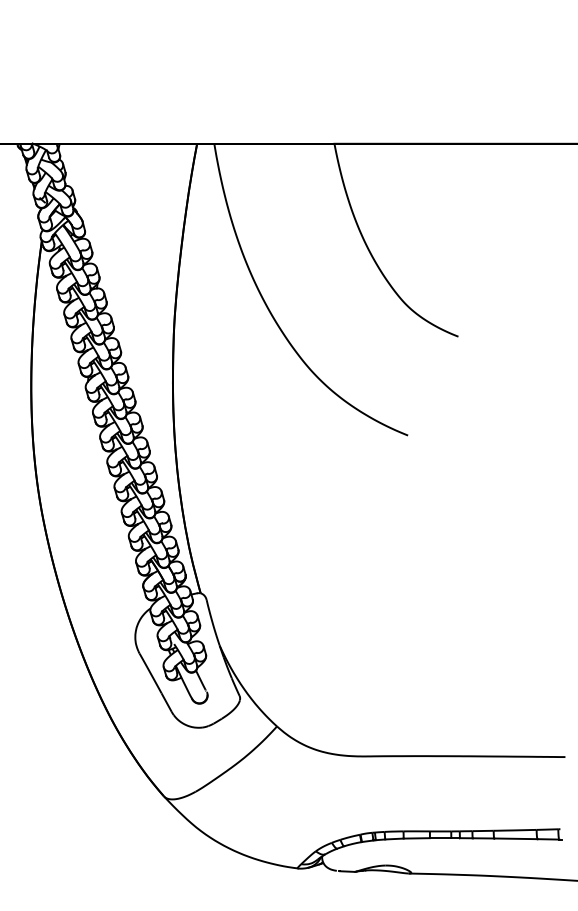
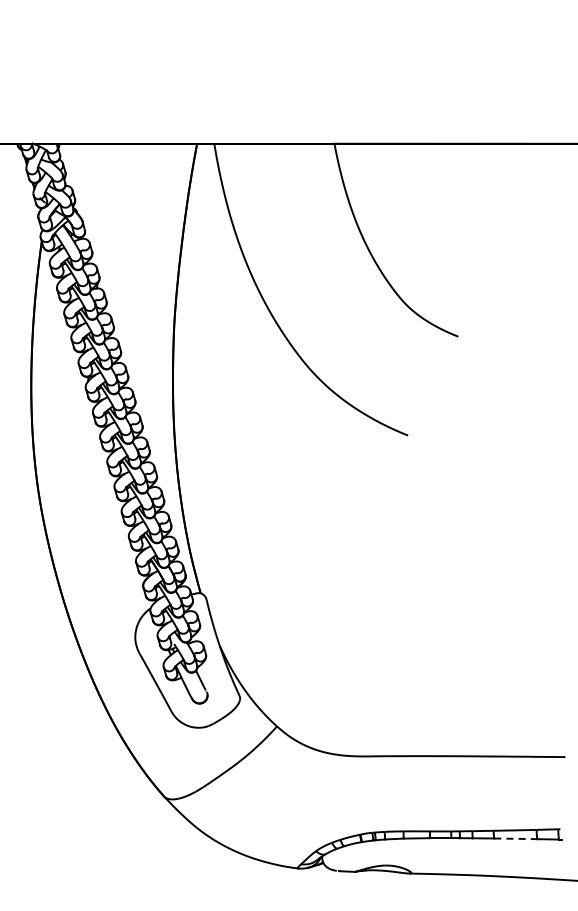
line at (515, 838): solid -> dashed
